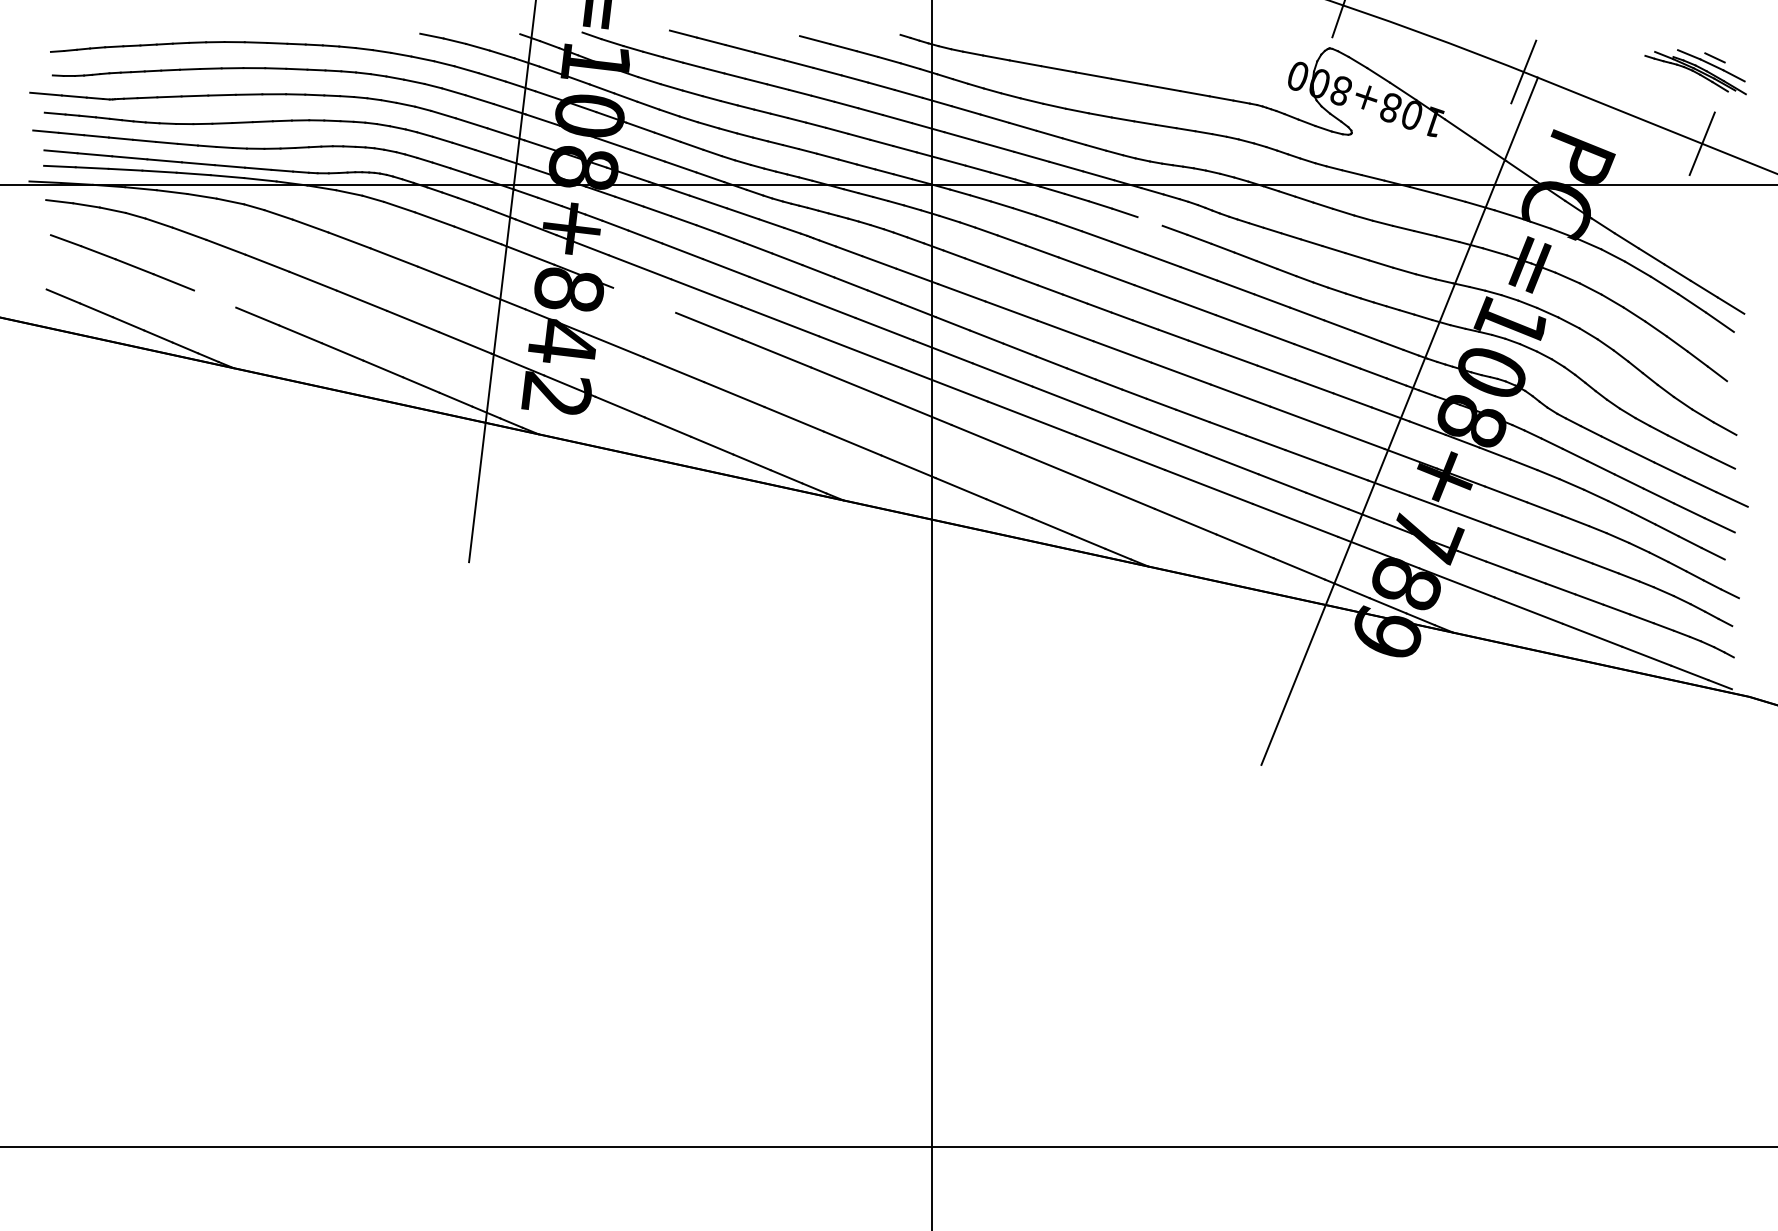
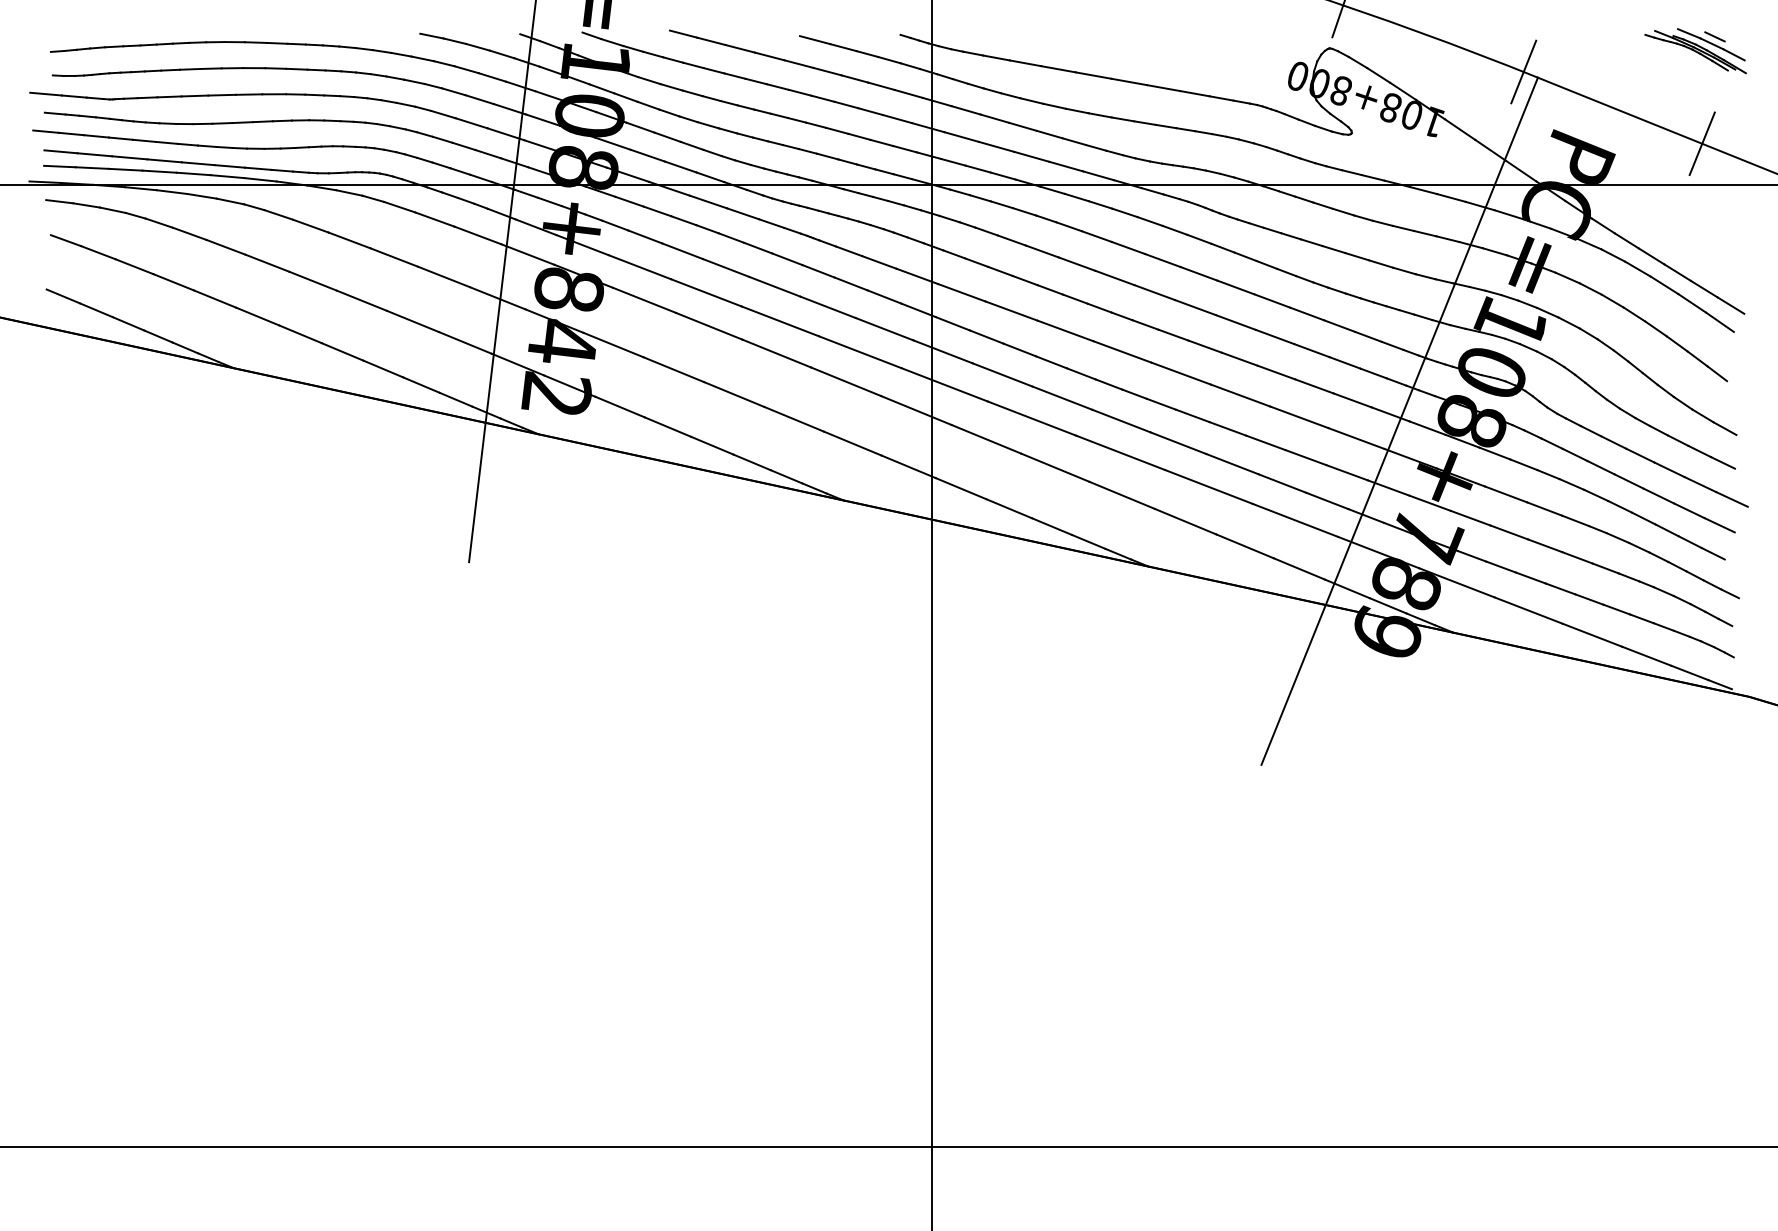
part at (1695, 72) position: (1695, 72) -> (1695, 51)
line at (1149, 221): none -> present
line at (215, 298): none -> present
line at (644, 299): none -> present
